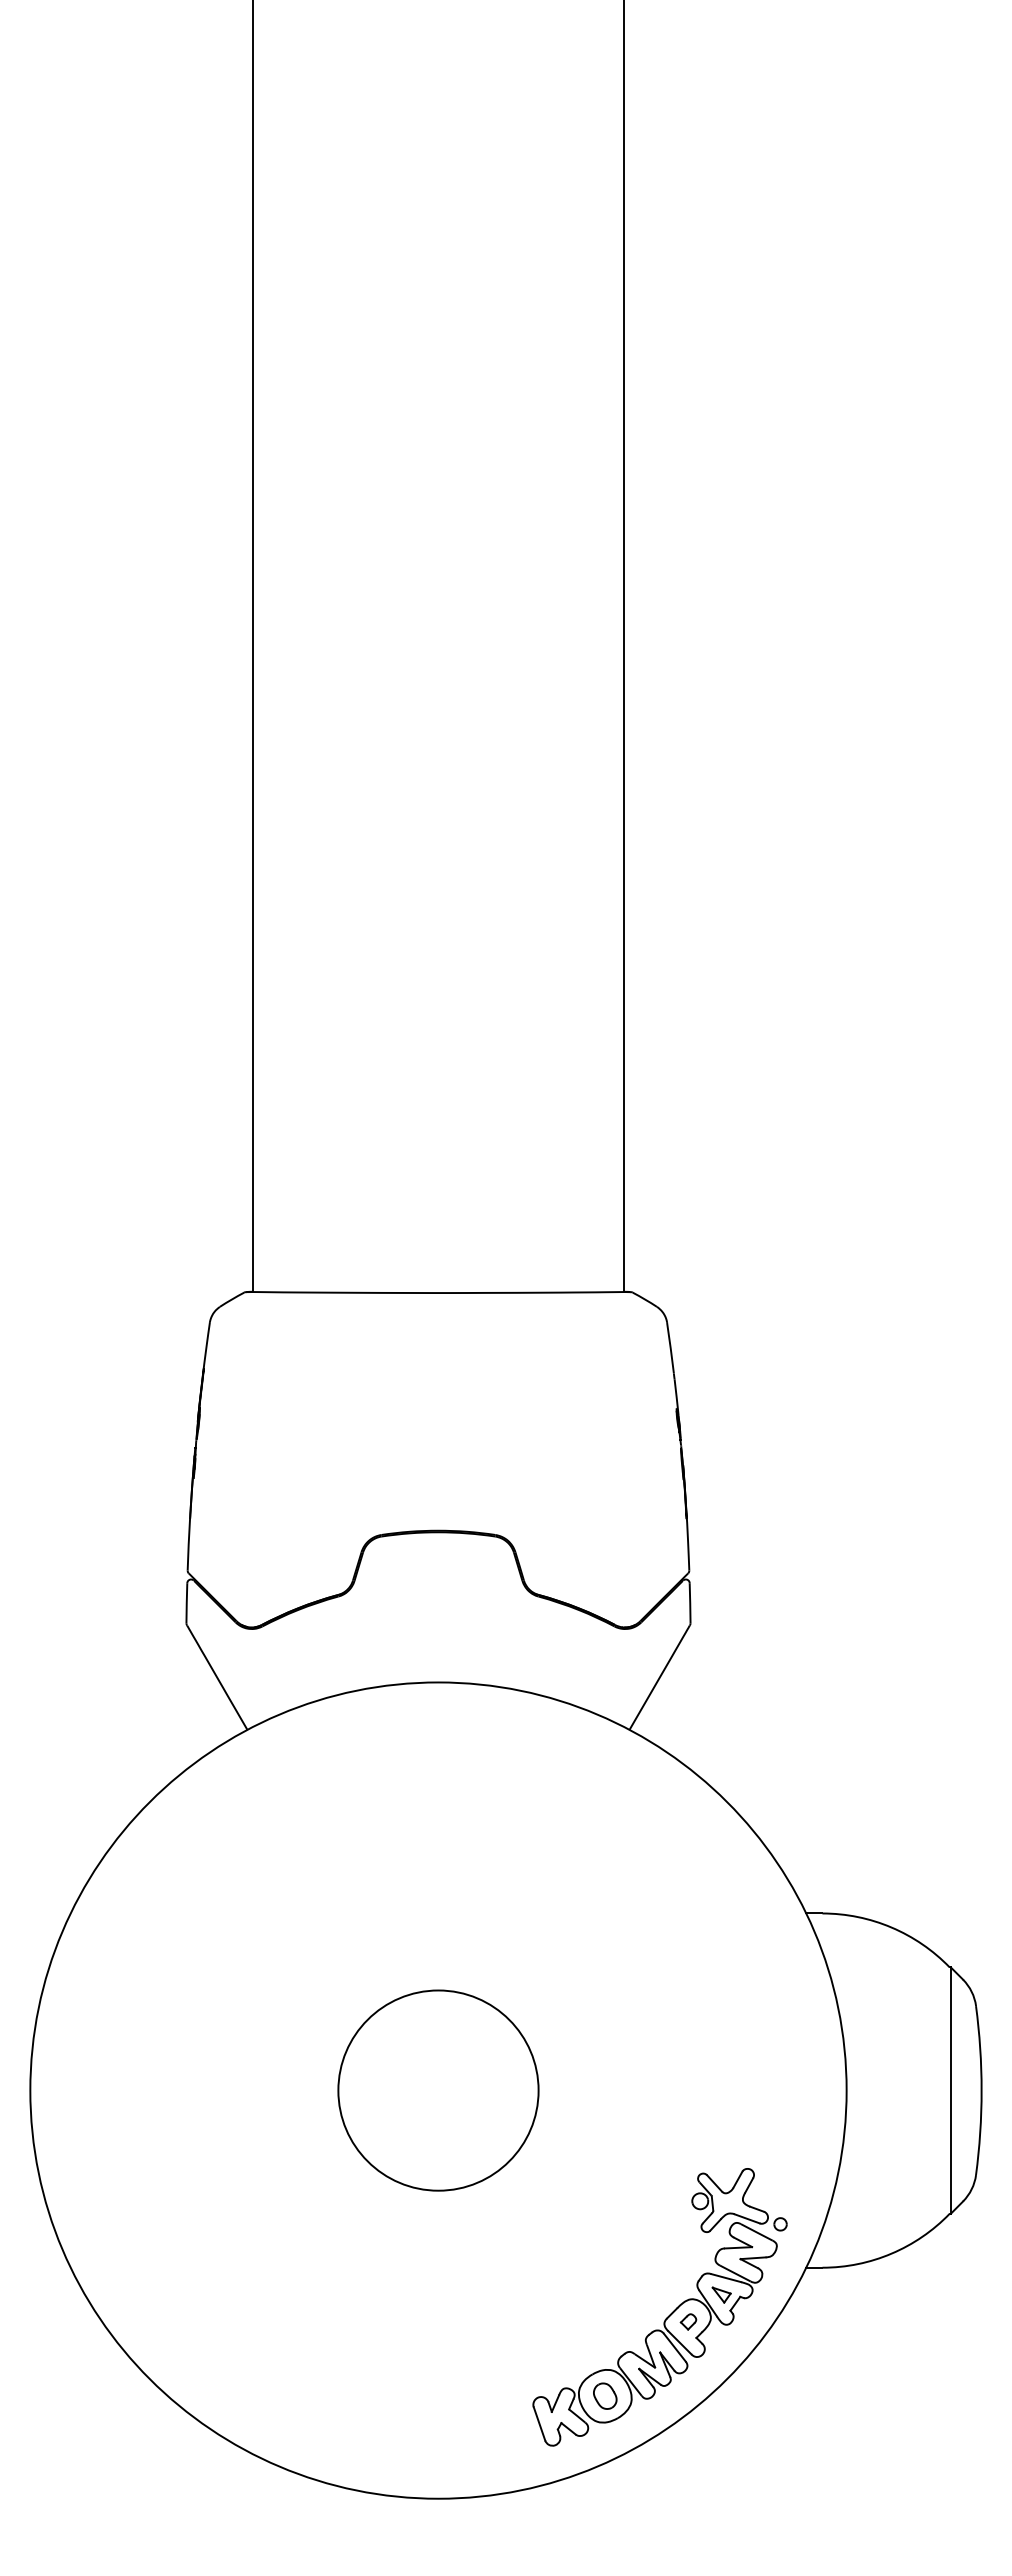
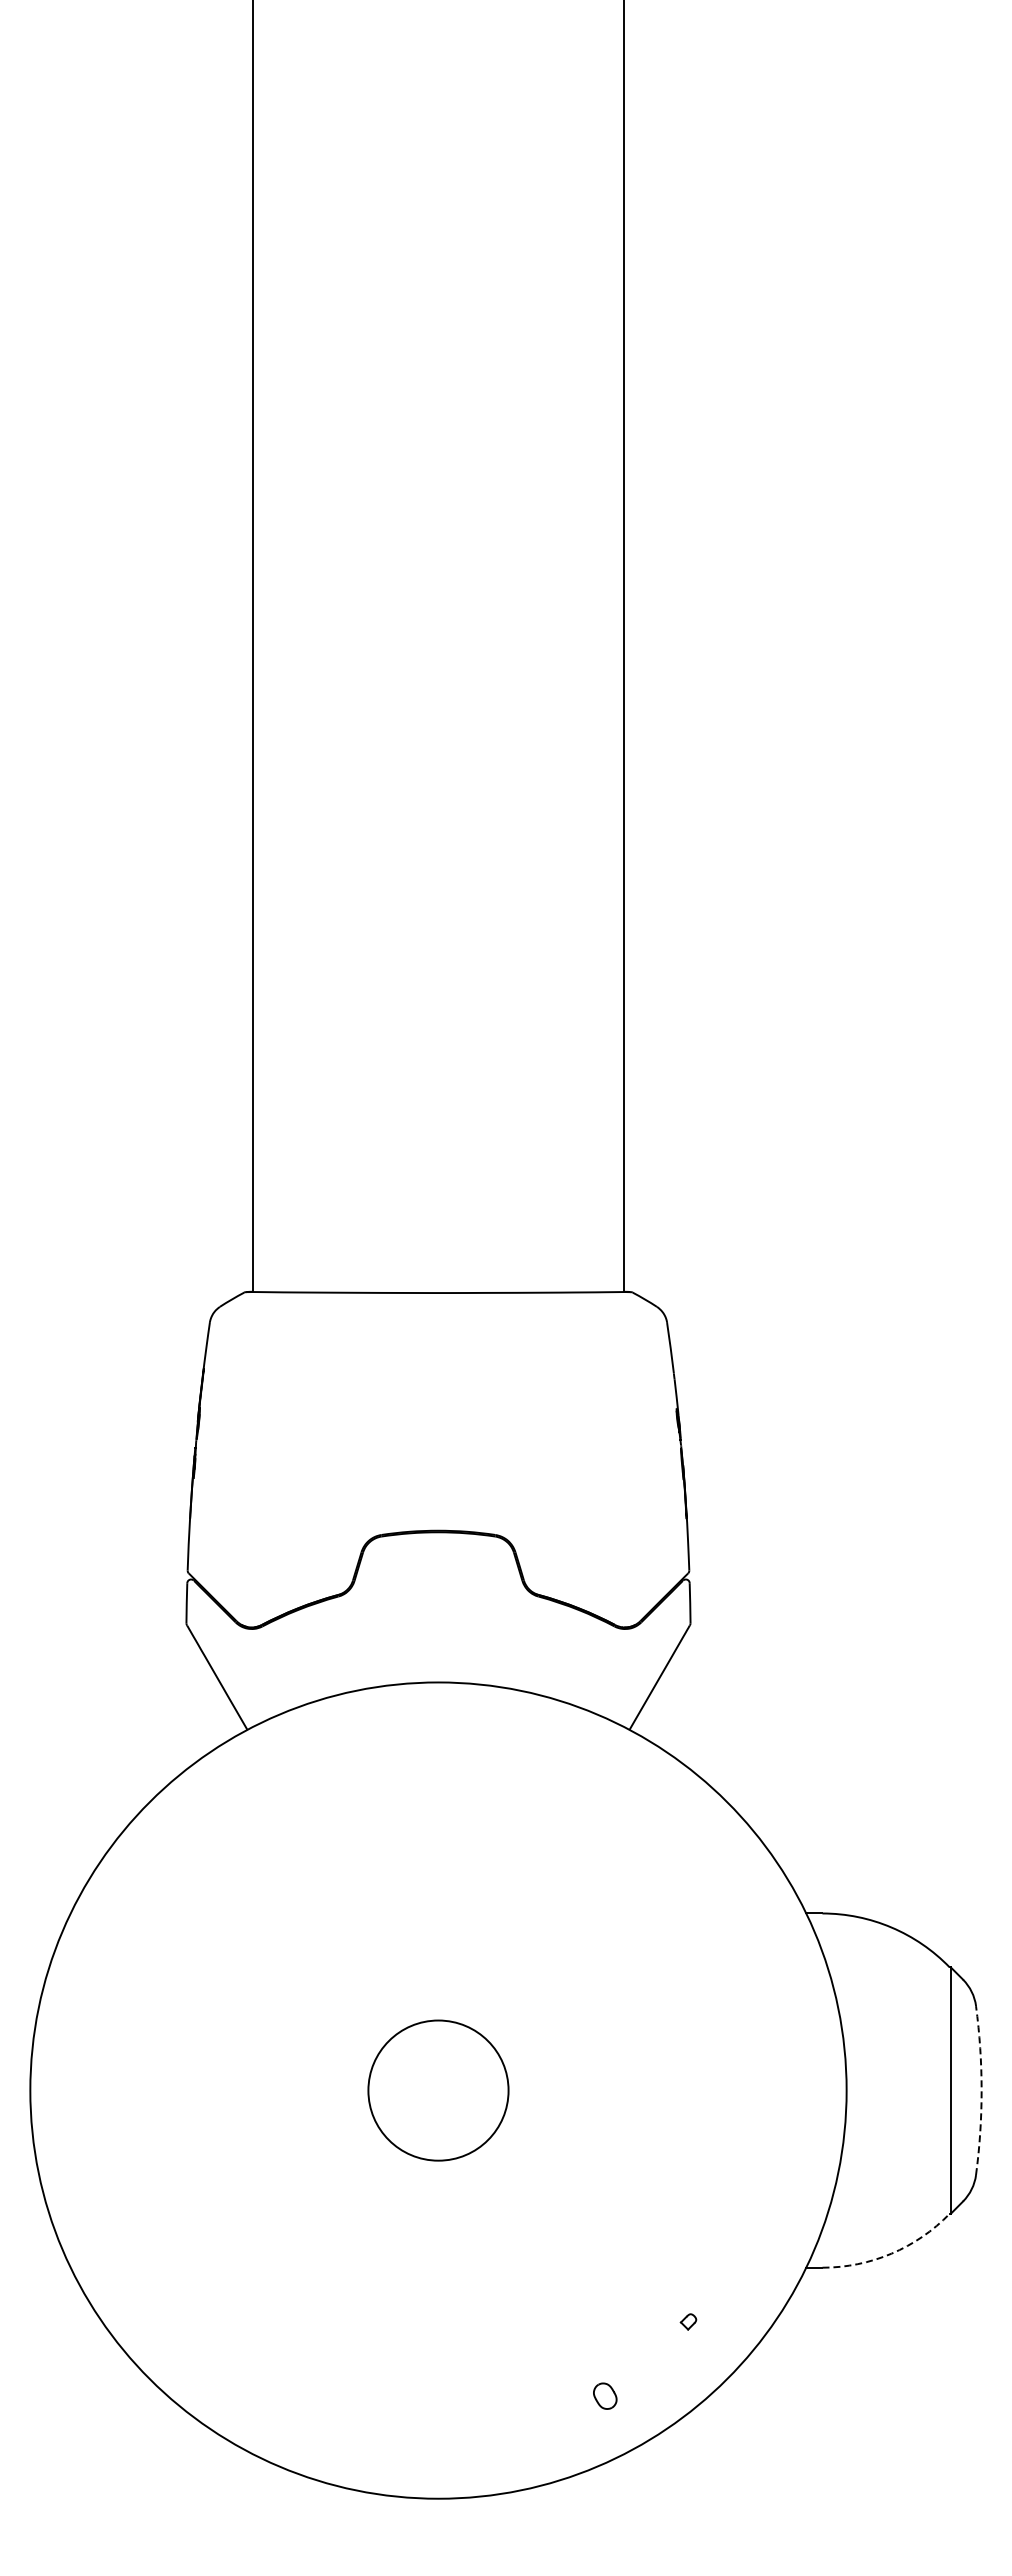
circle at (438, 2090) diameter: 200 px -> 140 px
arc at (981, 2090): solid -> dashed
arc at (891, 2253): solid -> dashed
part at (668, 2315): present -> none
